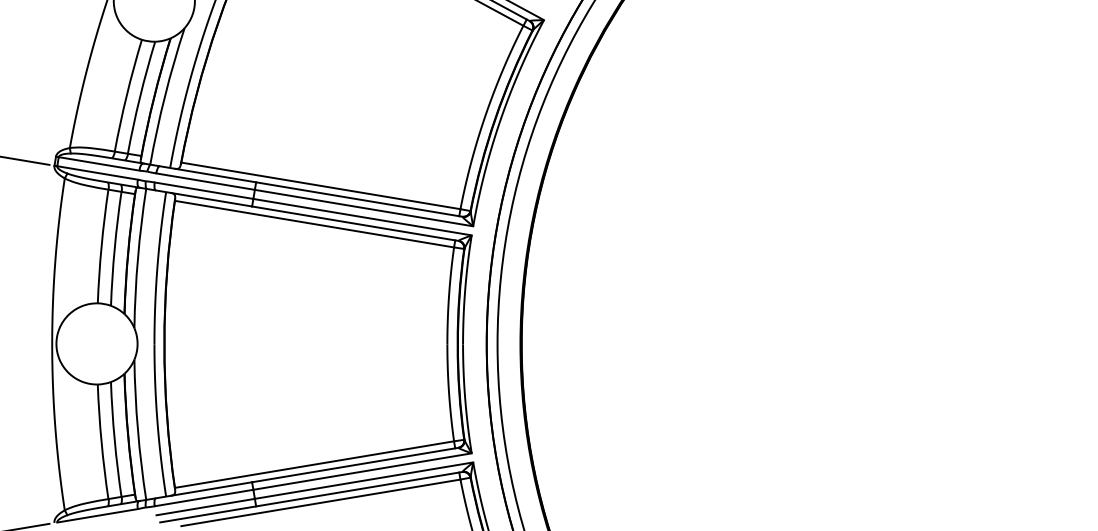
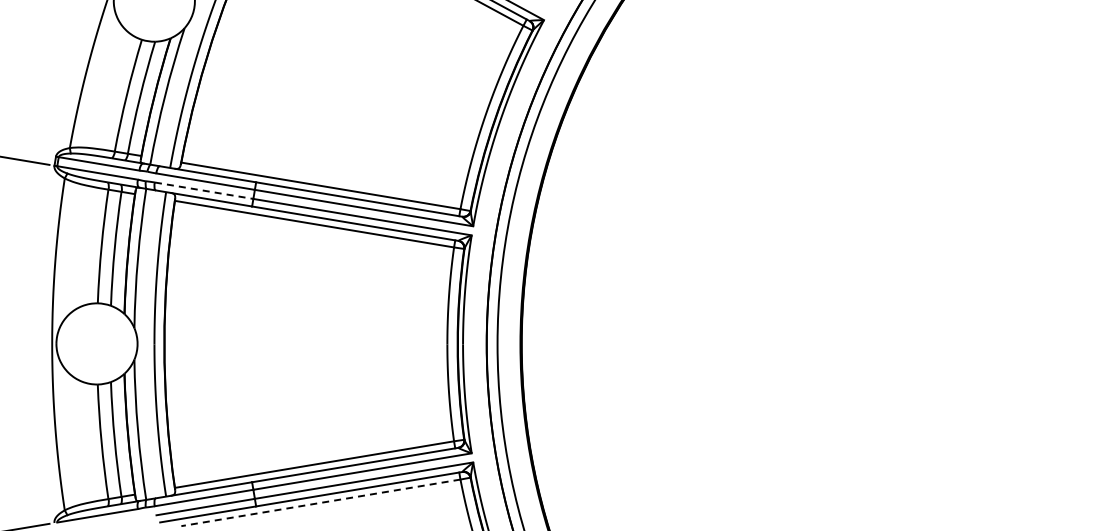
line at (204, 190): solid -> dashed
line at (320, 502): solid -> dashed
